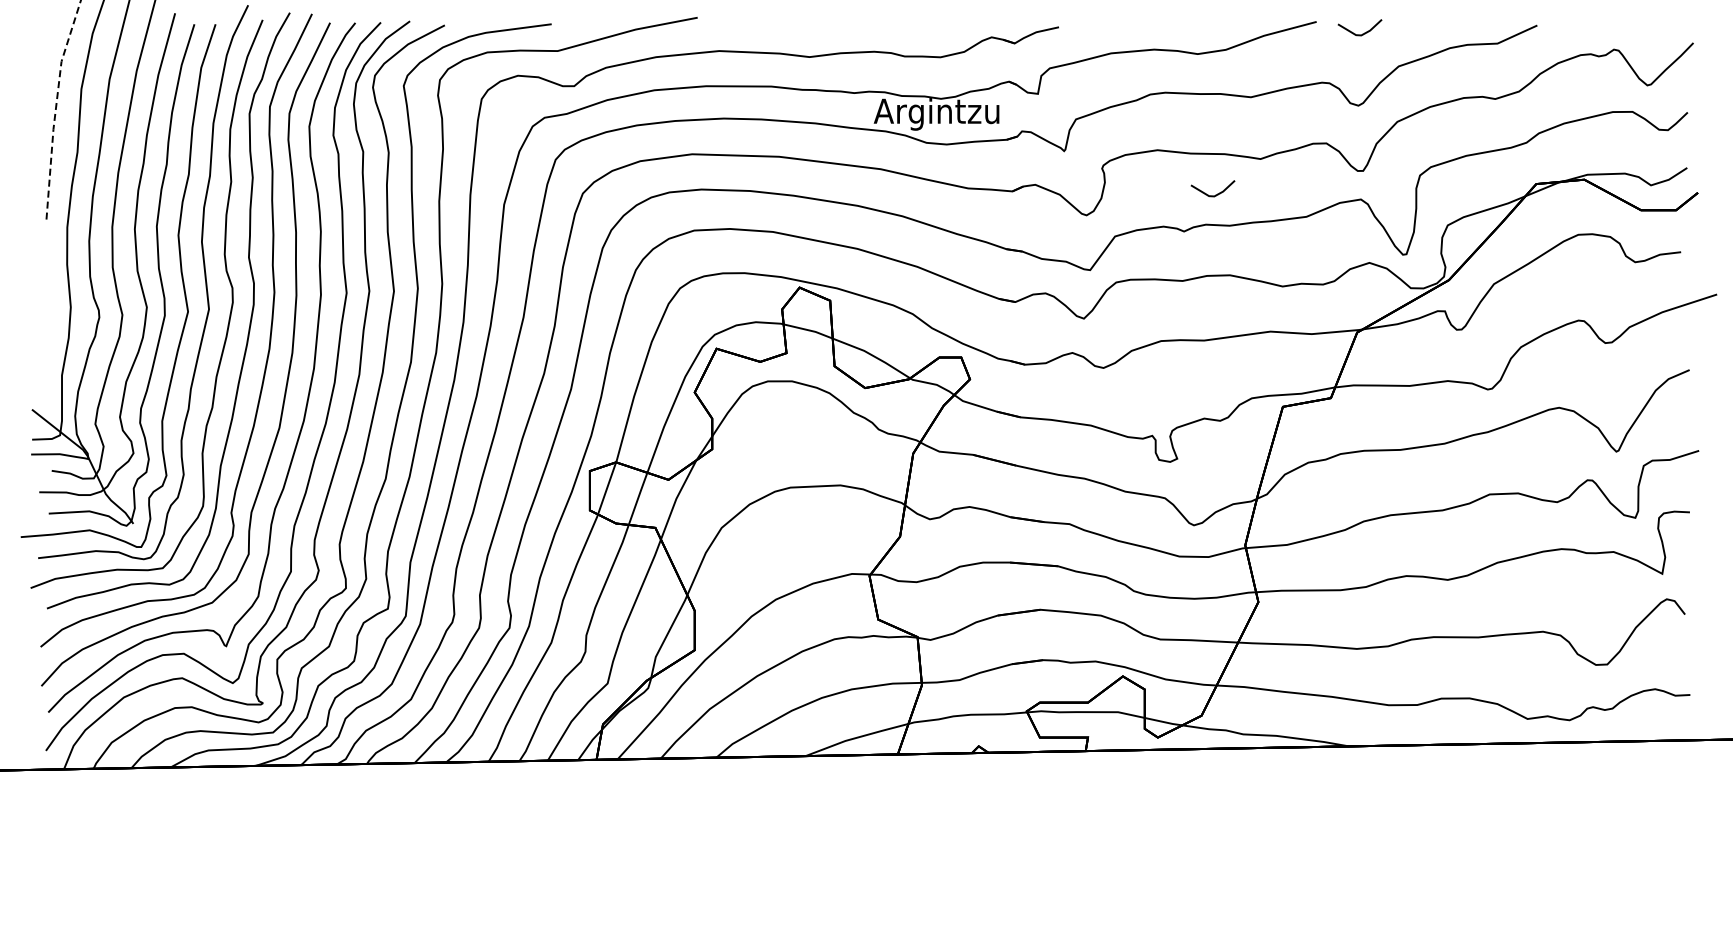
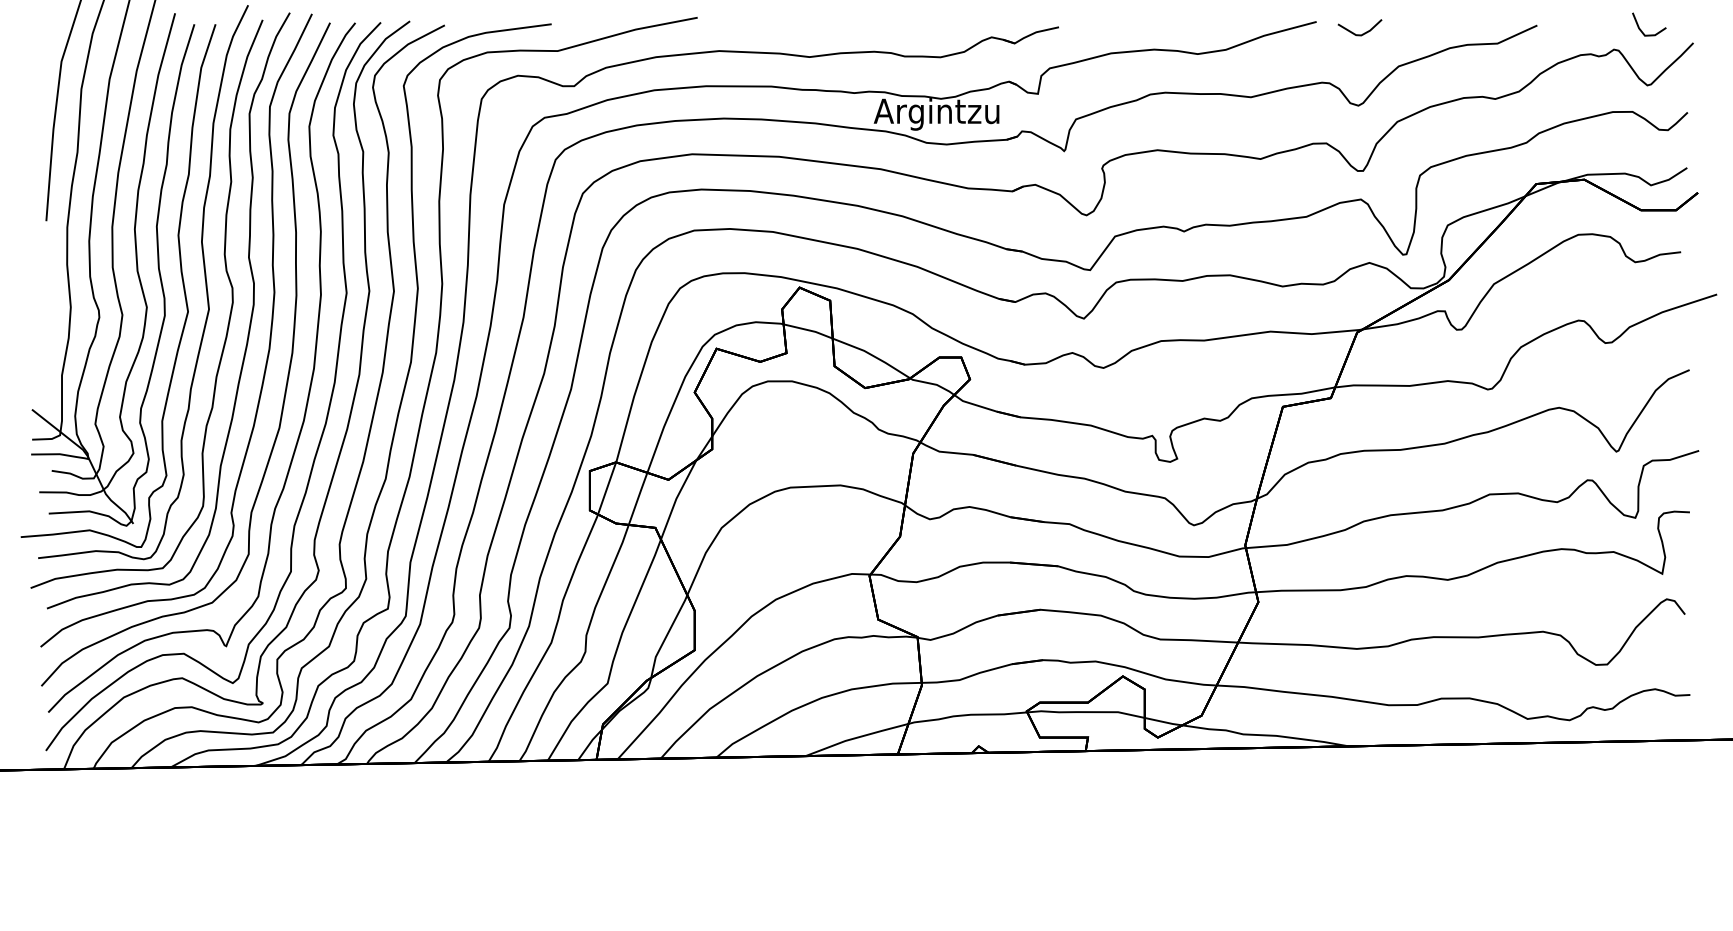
line at (1641, 29): none -> present
line at (55, 109): dashed -> solid
line at (1215, 194): present -> none
